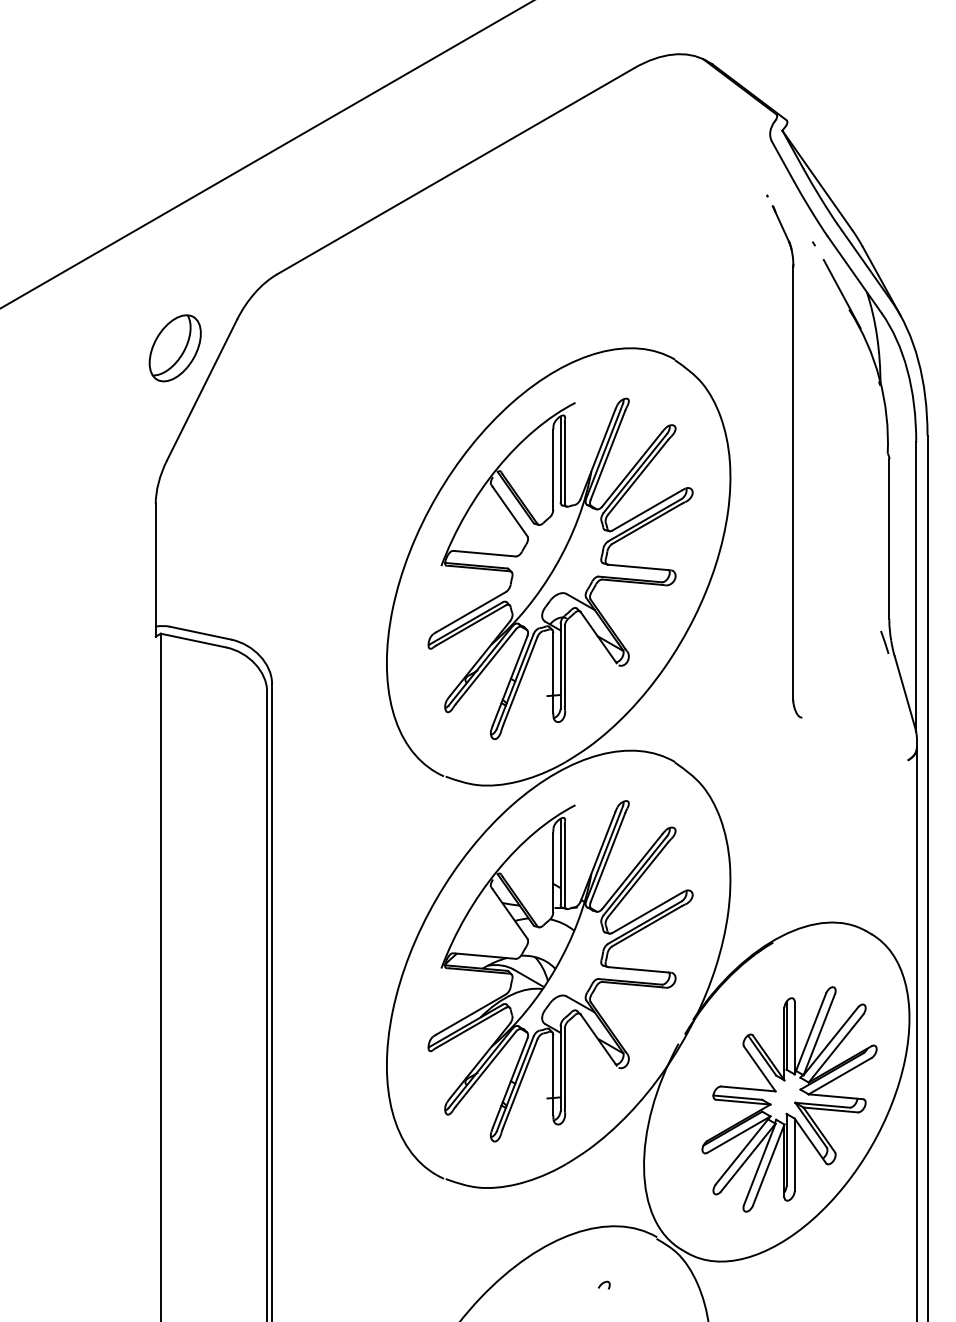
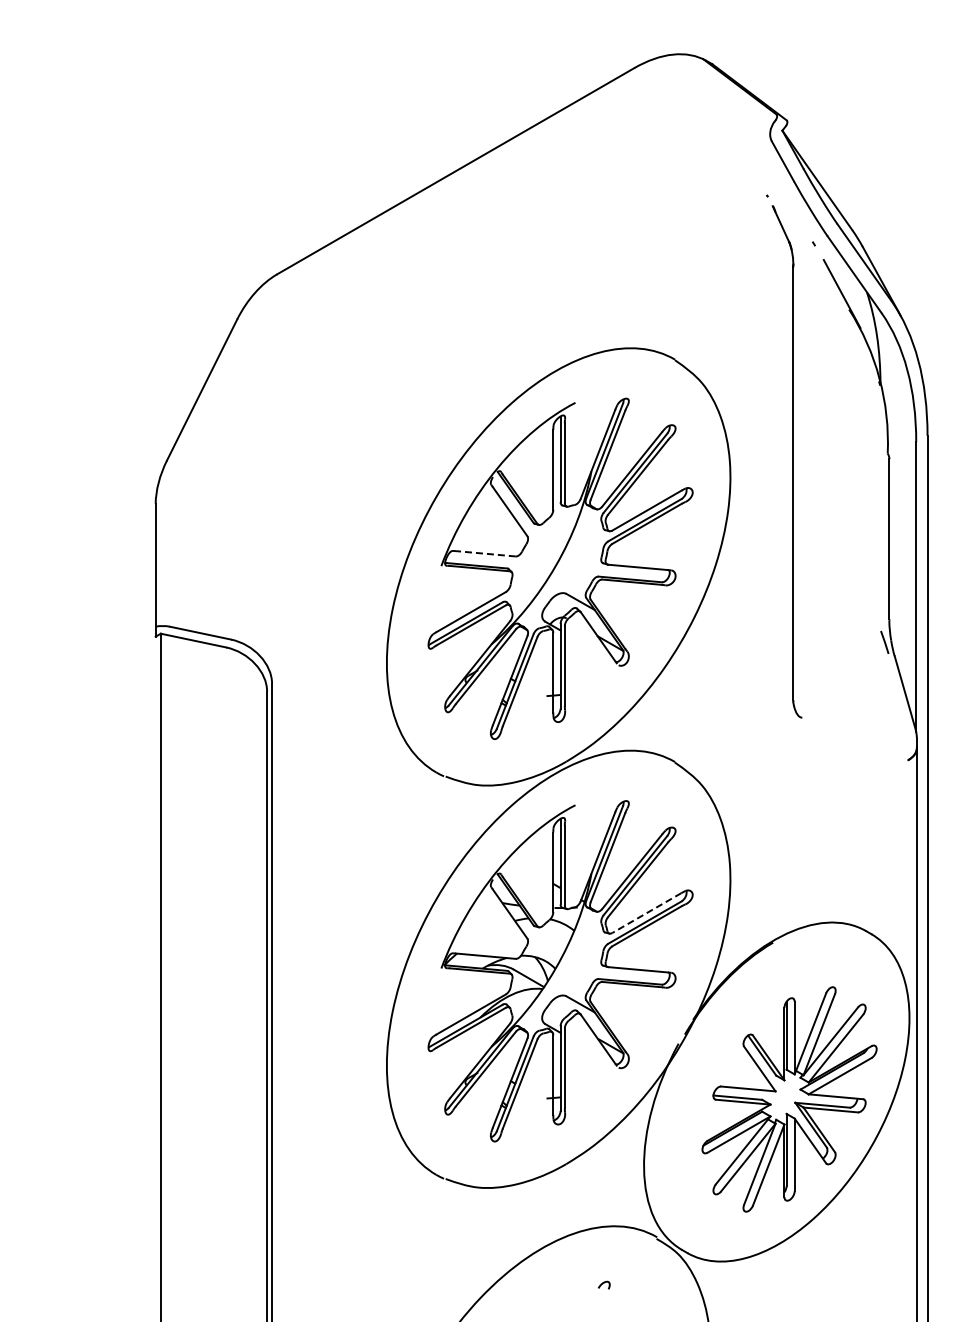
line at (266, 154): present -> none
part at (174, 348): present -> none
line at (485, 553): solid -> dashed
line at (646, 913): solid -> dashed
